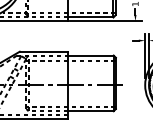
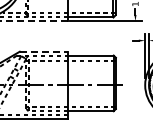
line at (34, 21): solid -> dashed
line at (44, 51): solid -> dashed
